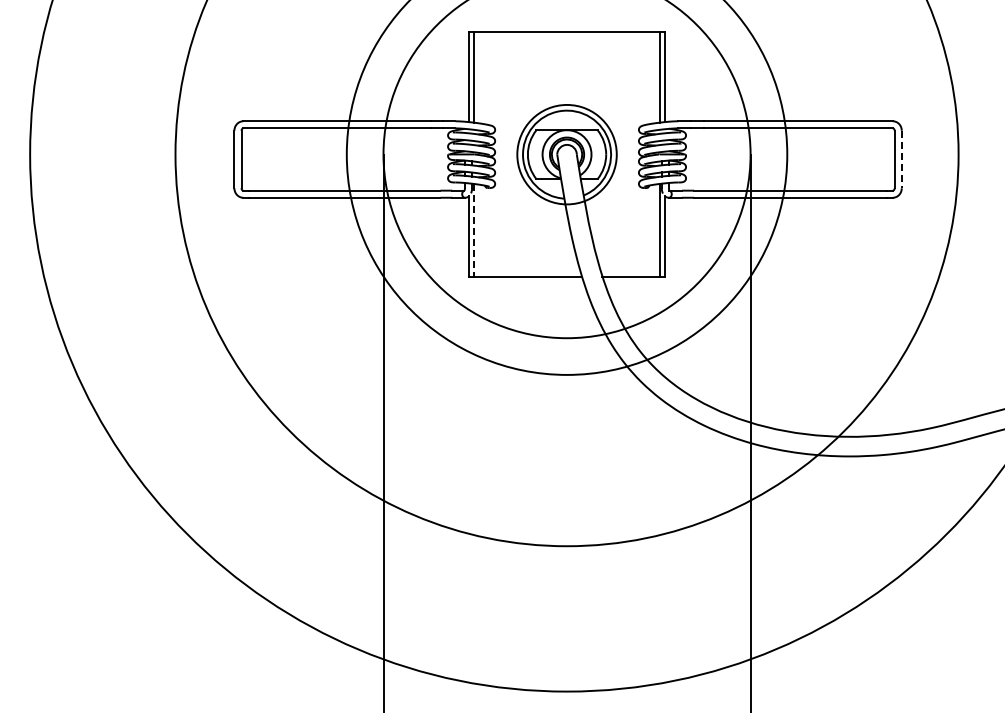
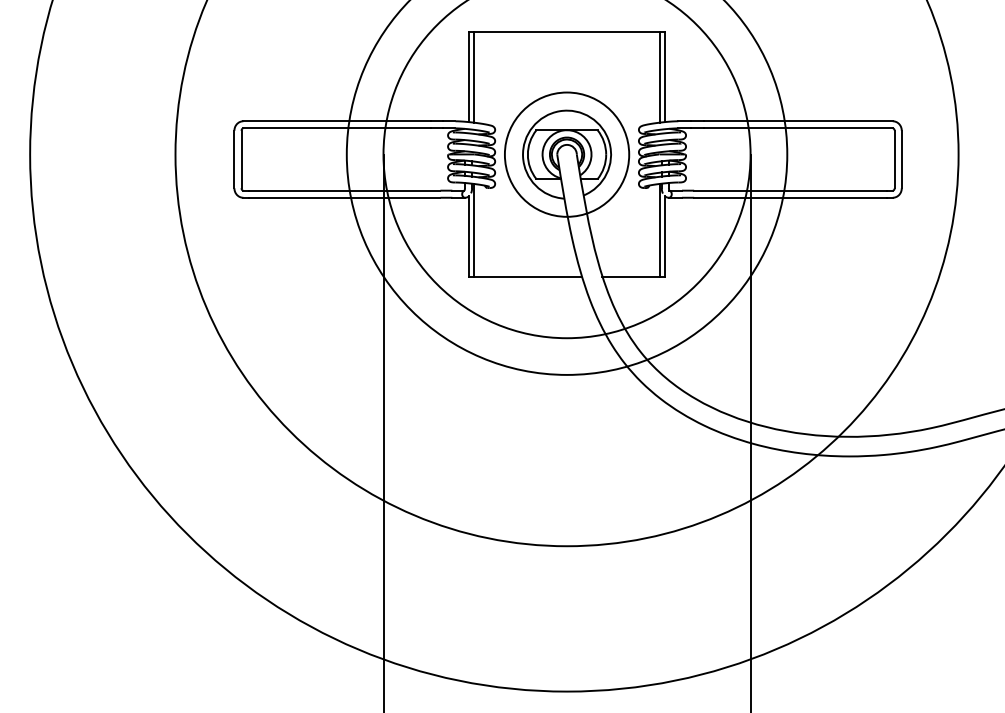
circle at (566, 154) diameter: 99 px -> 124 px
line at (901, 159): dashed -> solid
line at (474, 230): dashed -> solid
